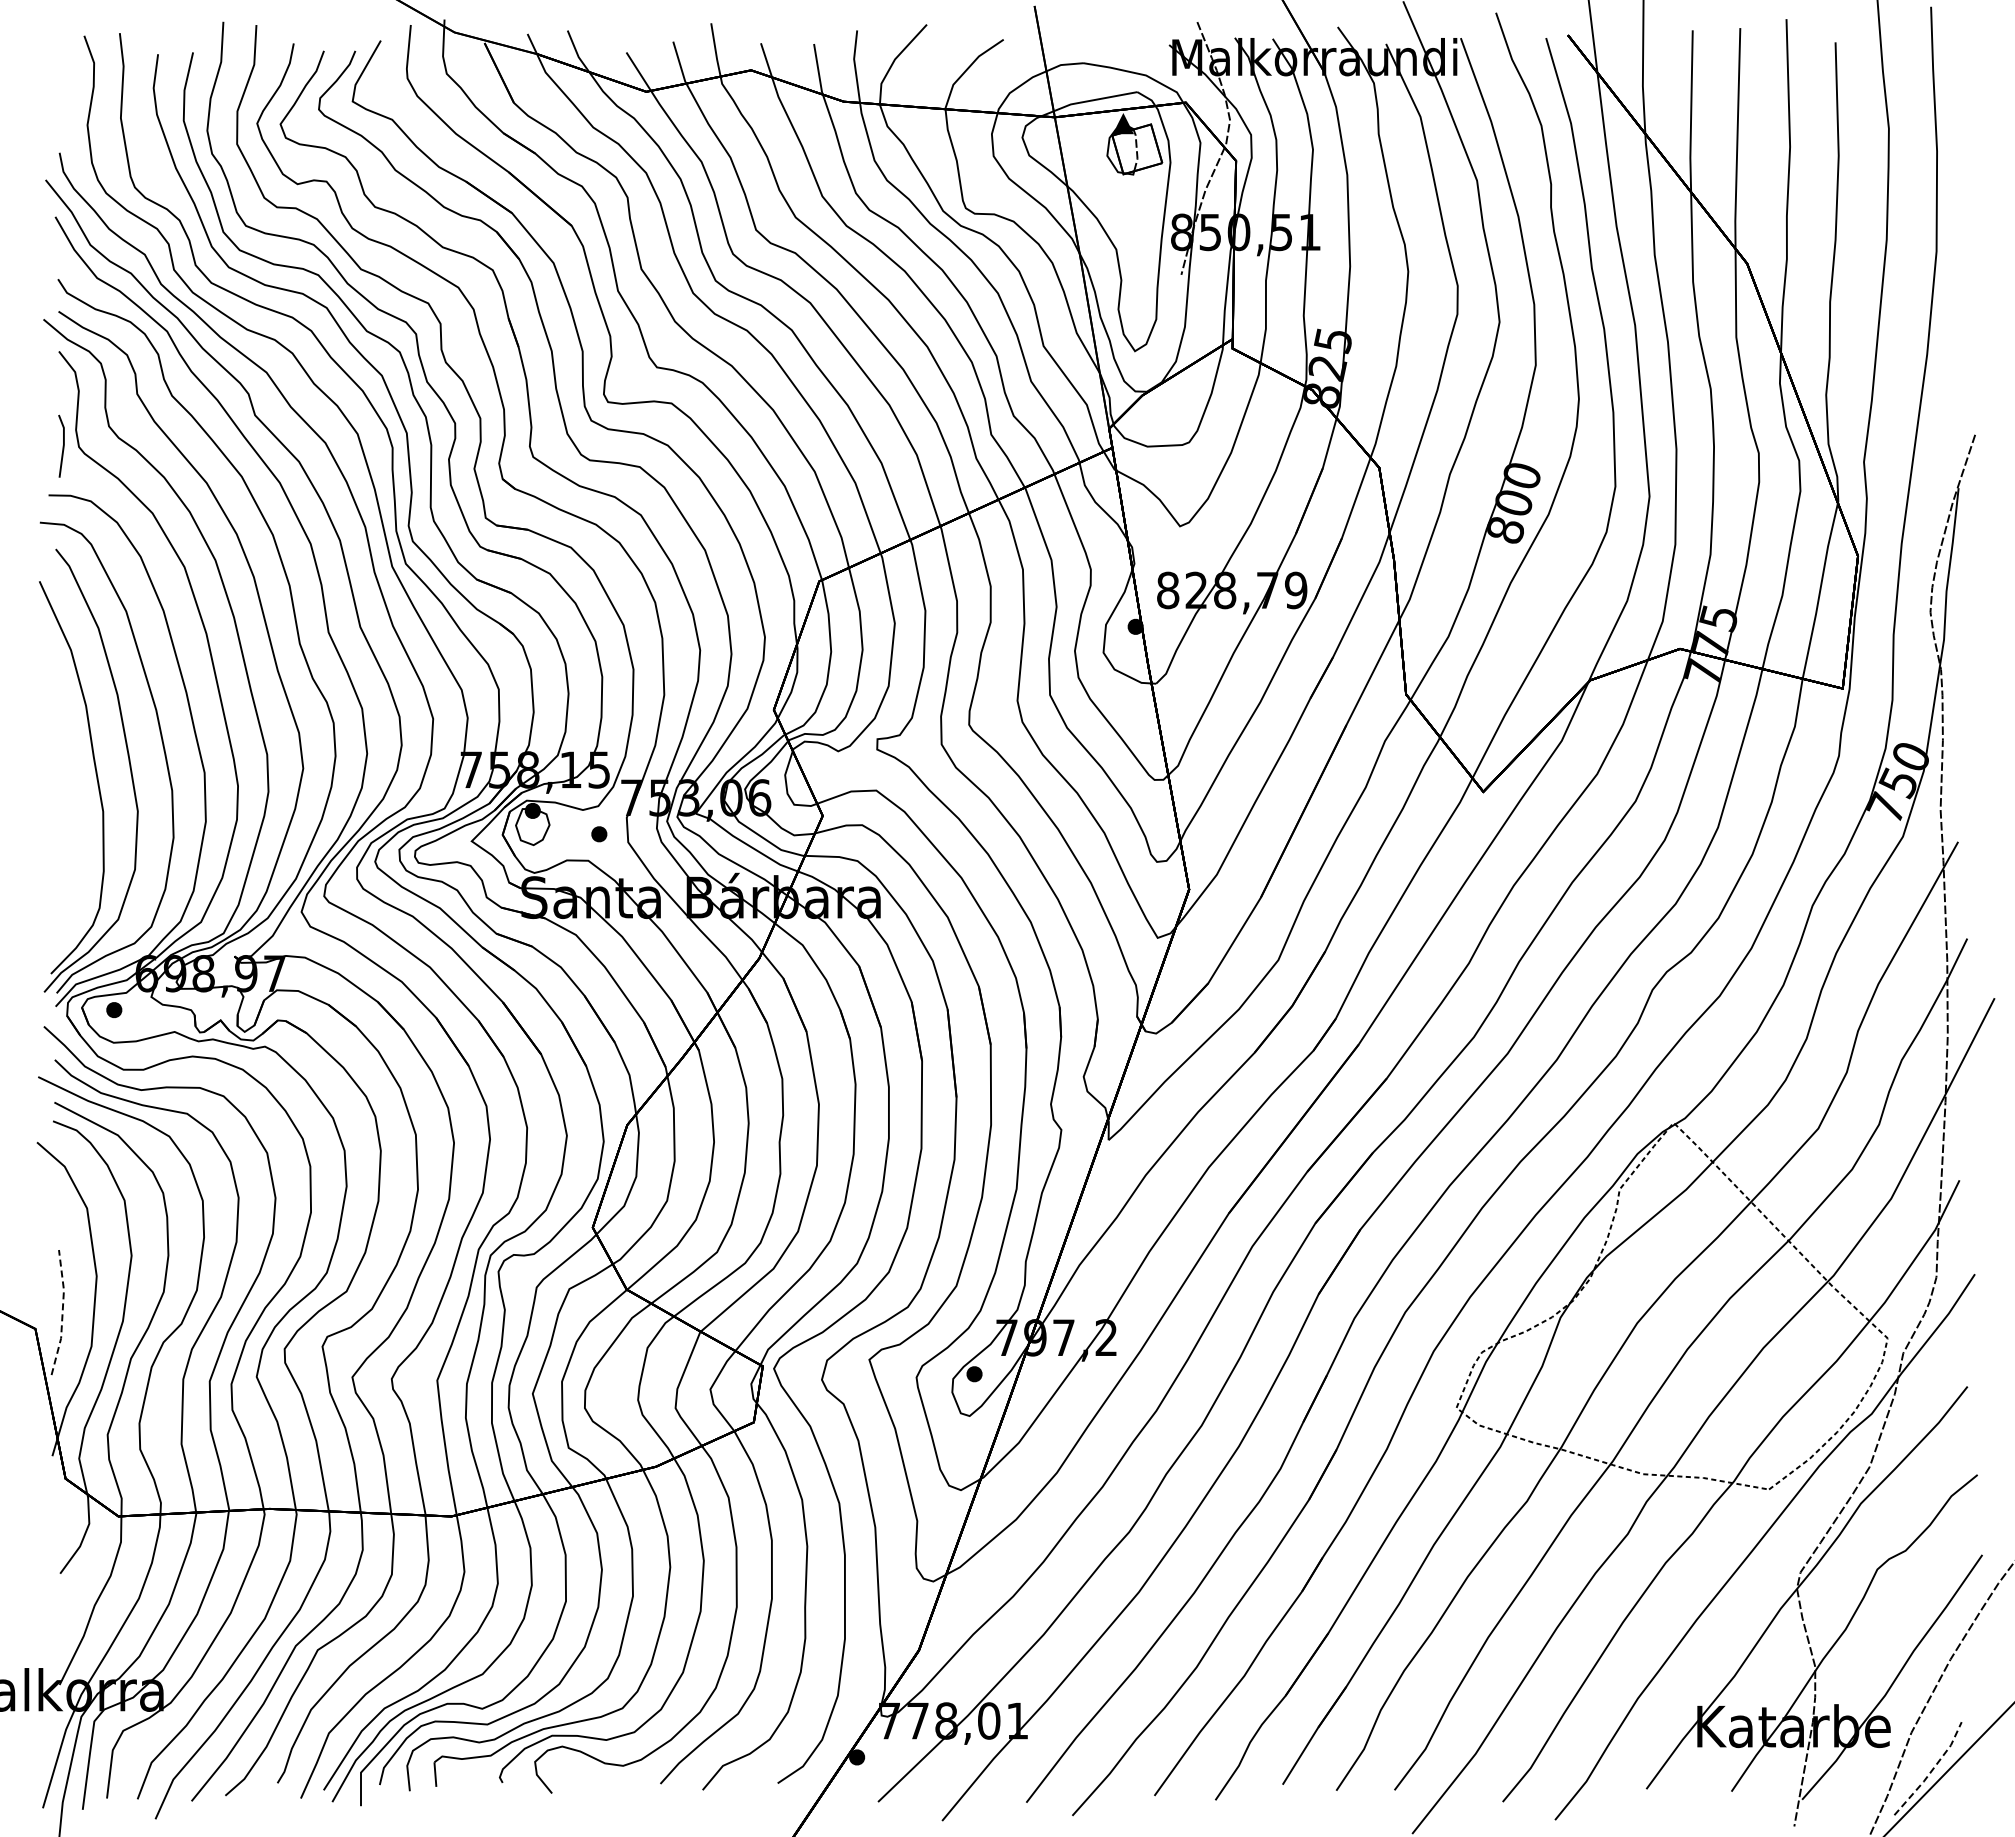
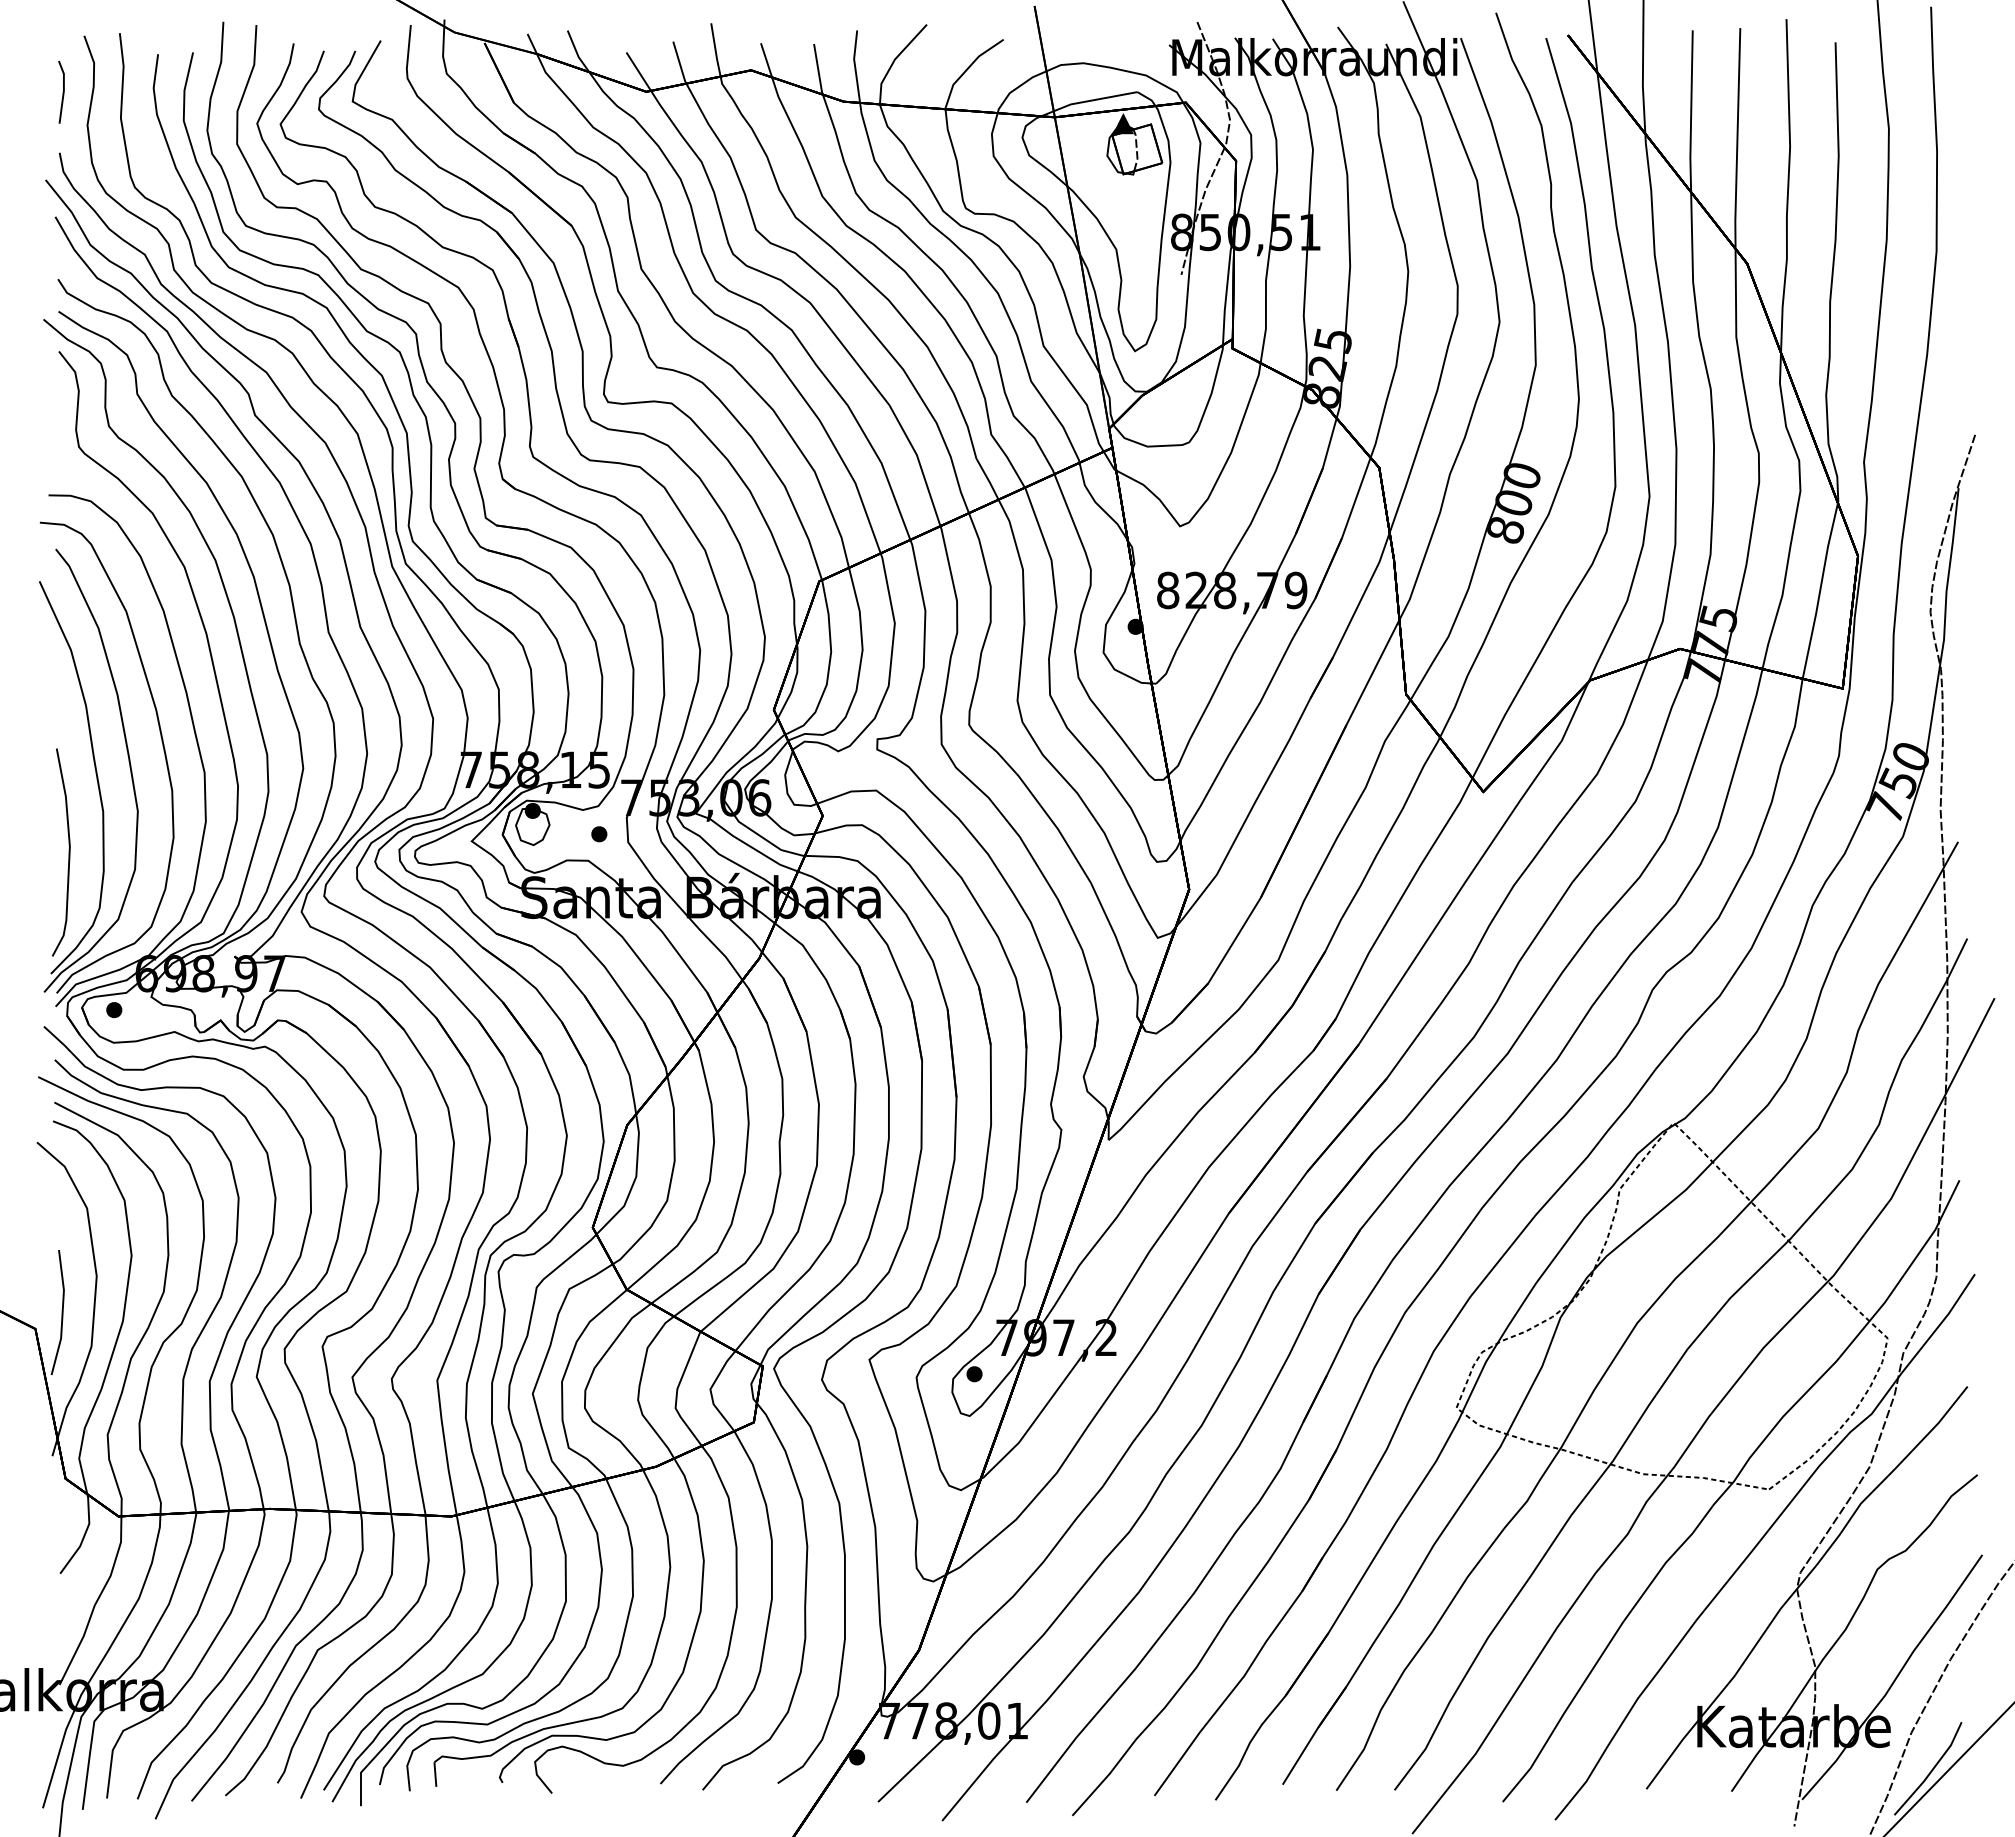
line at (62, 445) position: (62, 445) -> (62, 91)
curve at (68, 852): none -> present
line at (62, 1312): dashed -> solid
line at (1932, 1770): dashed -> solid
